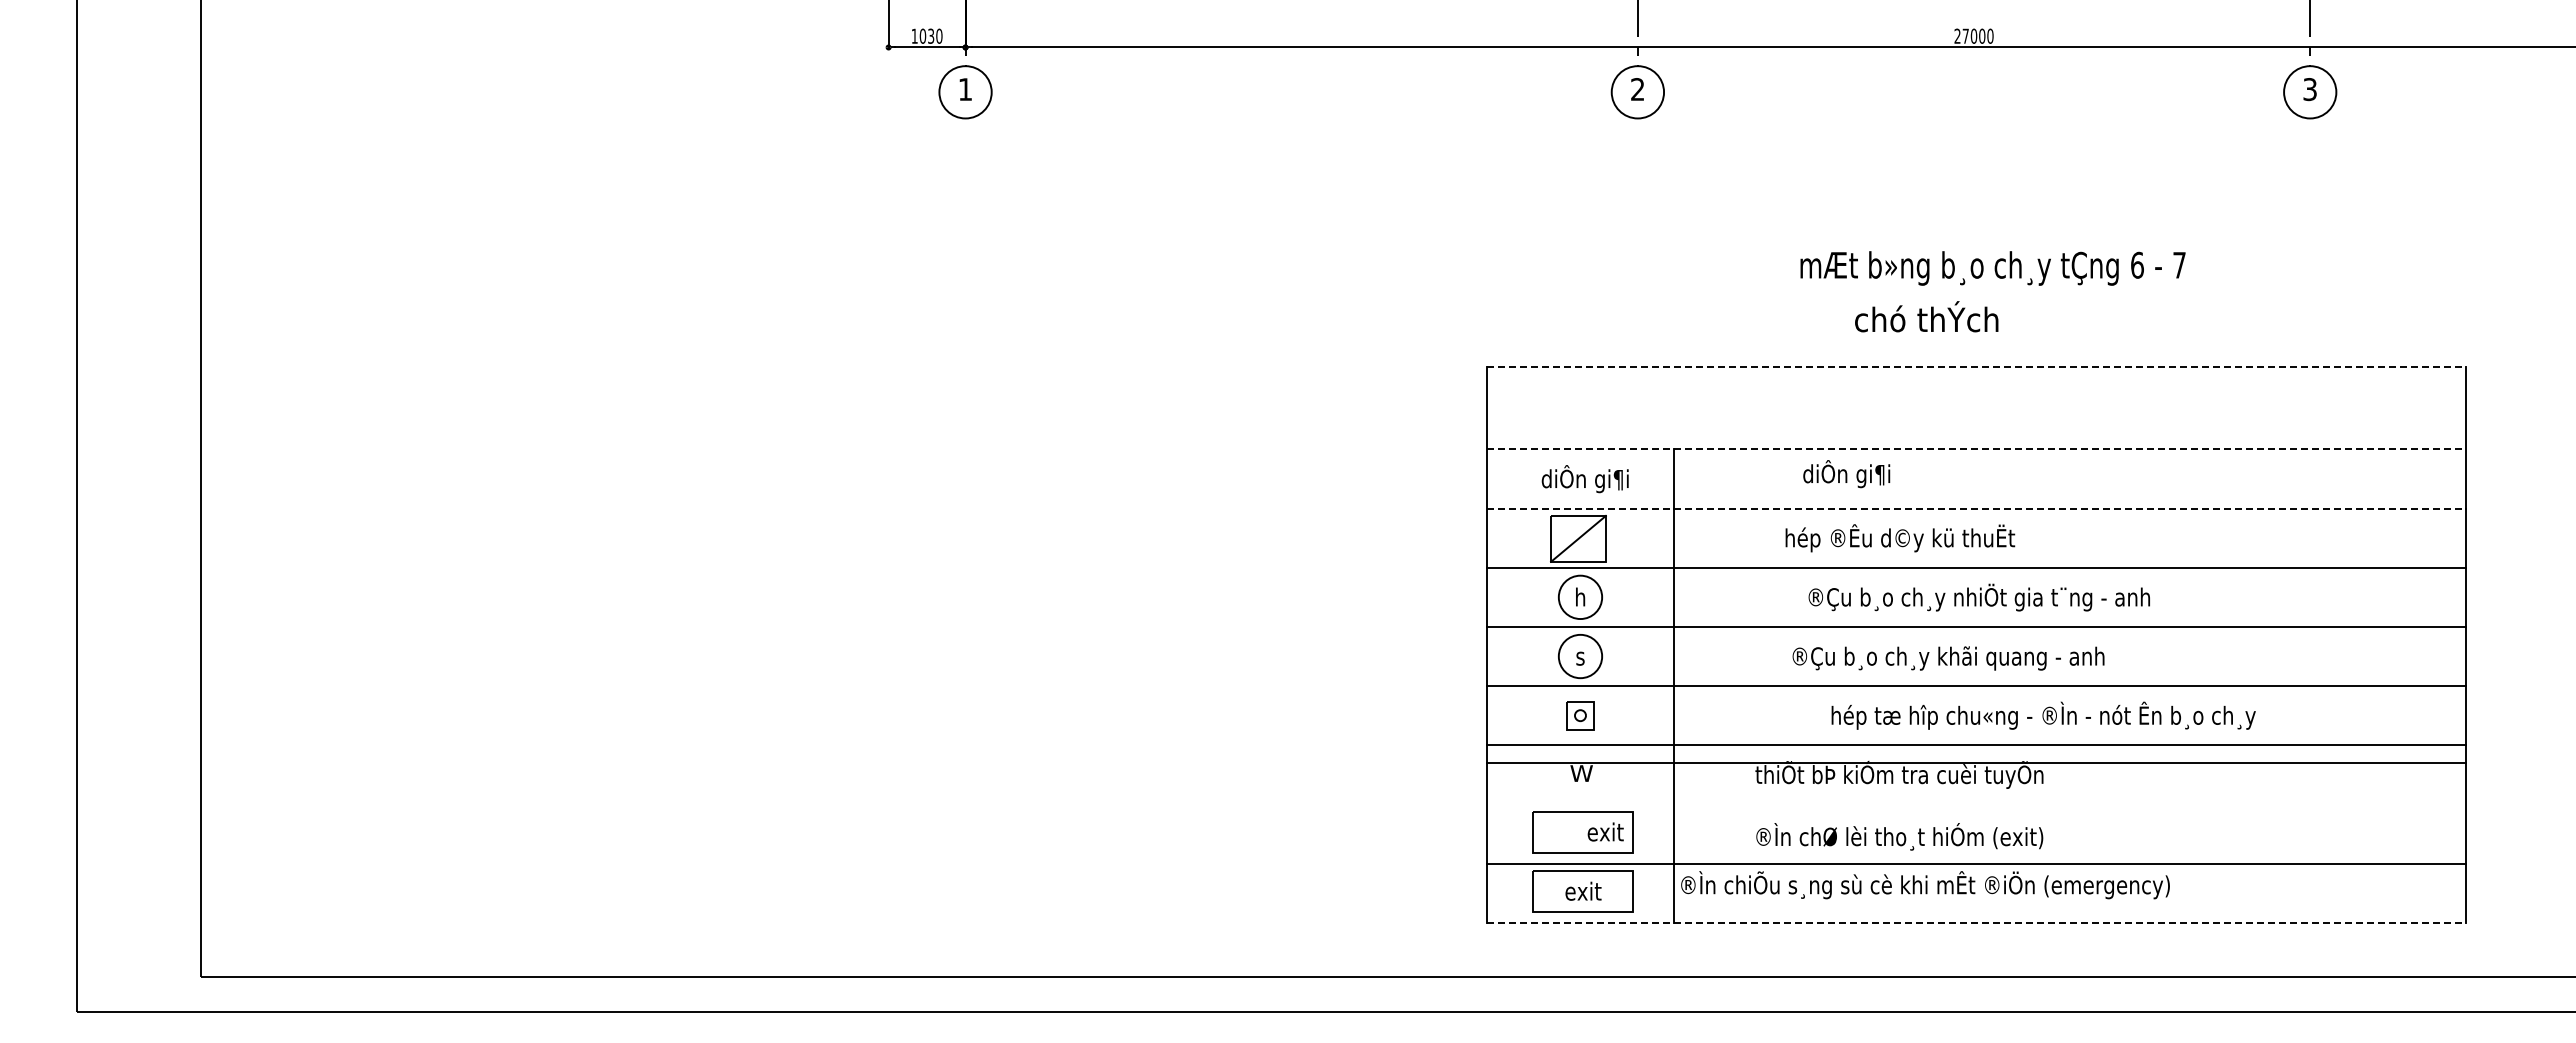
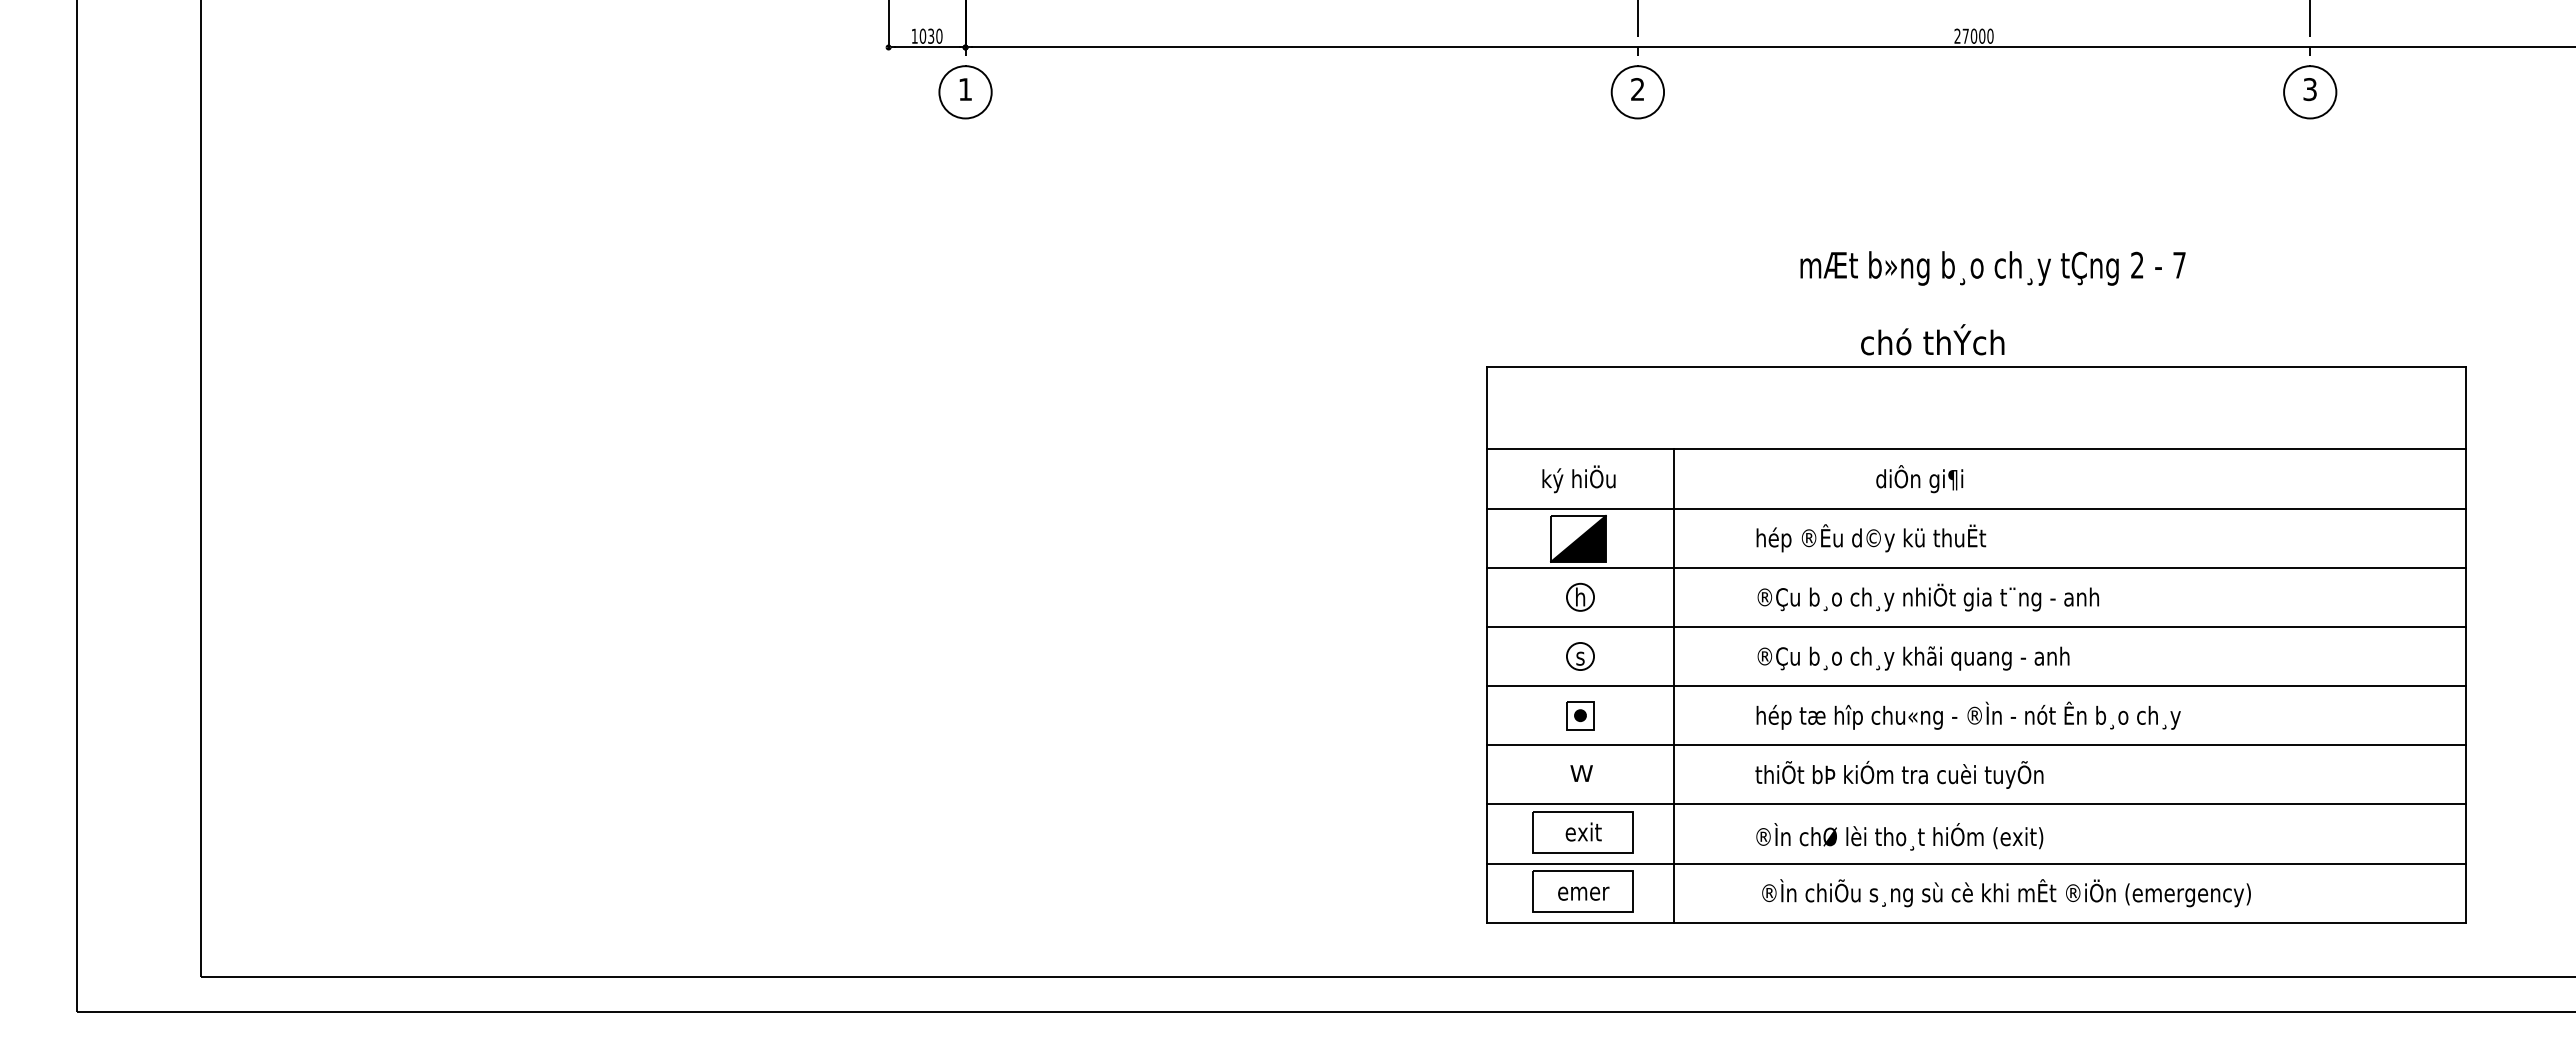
text at (2137, 264): 6 -> 2
text at (1926, 316) position: (1926, 316) -> (1932, 339)
line at (1976, 366): dashed -> solid
line at (1976, 449): dashed -> solid
text at (1846, 474) position: (1846, 474) -> (1919, 479)
text at (1584, 479): diÔn gi¶i -> ký hiÖu
line at (1976, 508): dashed -> solid
fill at (1578, 538): none -> present
text at (1900, 538) position: (1900, 538) -> (1871, 538)
circle at (1580, 597) diameter: 43 px -> 27 px
text at (1978, 597) position: (1978, 597) -> (1927, 597)
circle at (1580, 656) diameter: 43 px -> 27 px
text at (1948, 658) position: (1948, 658) -> (1913, 658)
fill at (1580, 715): none -> present
text at (2043, 715) position: (2043, 715) -> (1968, 715)
line at (1976, 763) position: (1976, 763) -> (1976, 804)
text at (1605, 831) position: (1605, 831) -> (1583, 831)
text at (1925, 885) position: (1925, 885) -> (2006, 893)
text at (1583, 890): exit -> emer
line at (1976, 922): dashed -> solid
